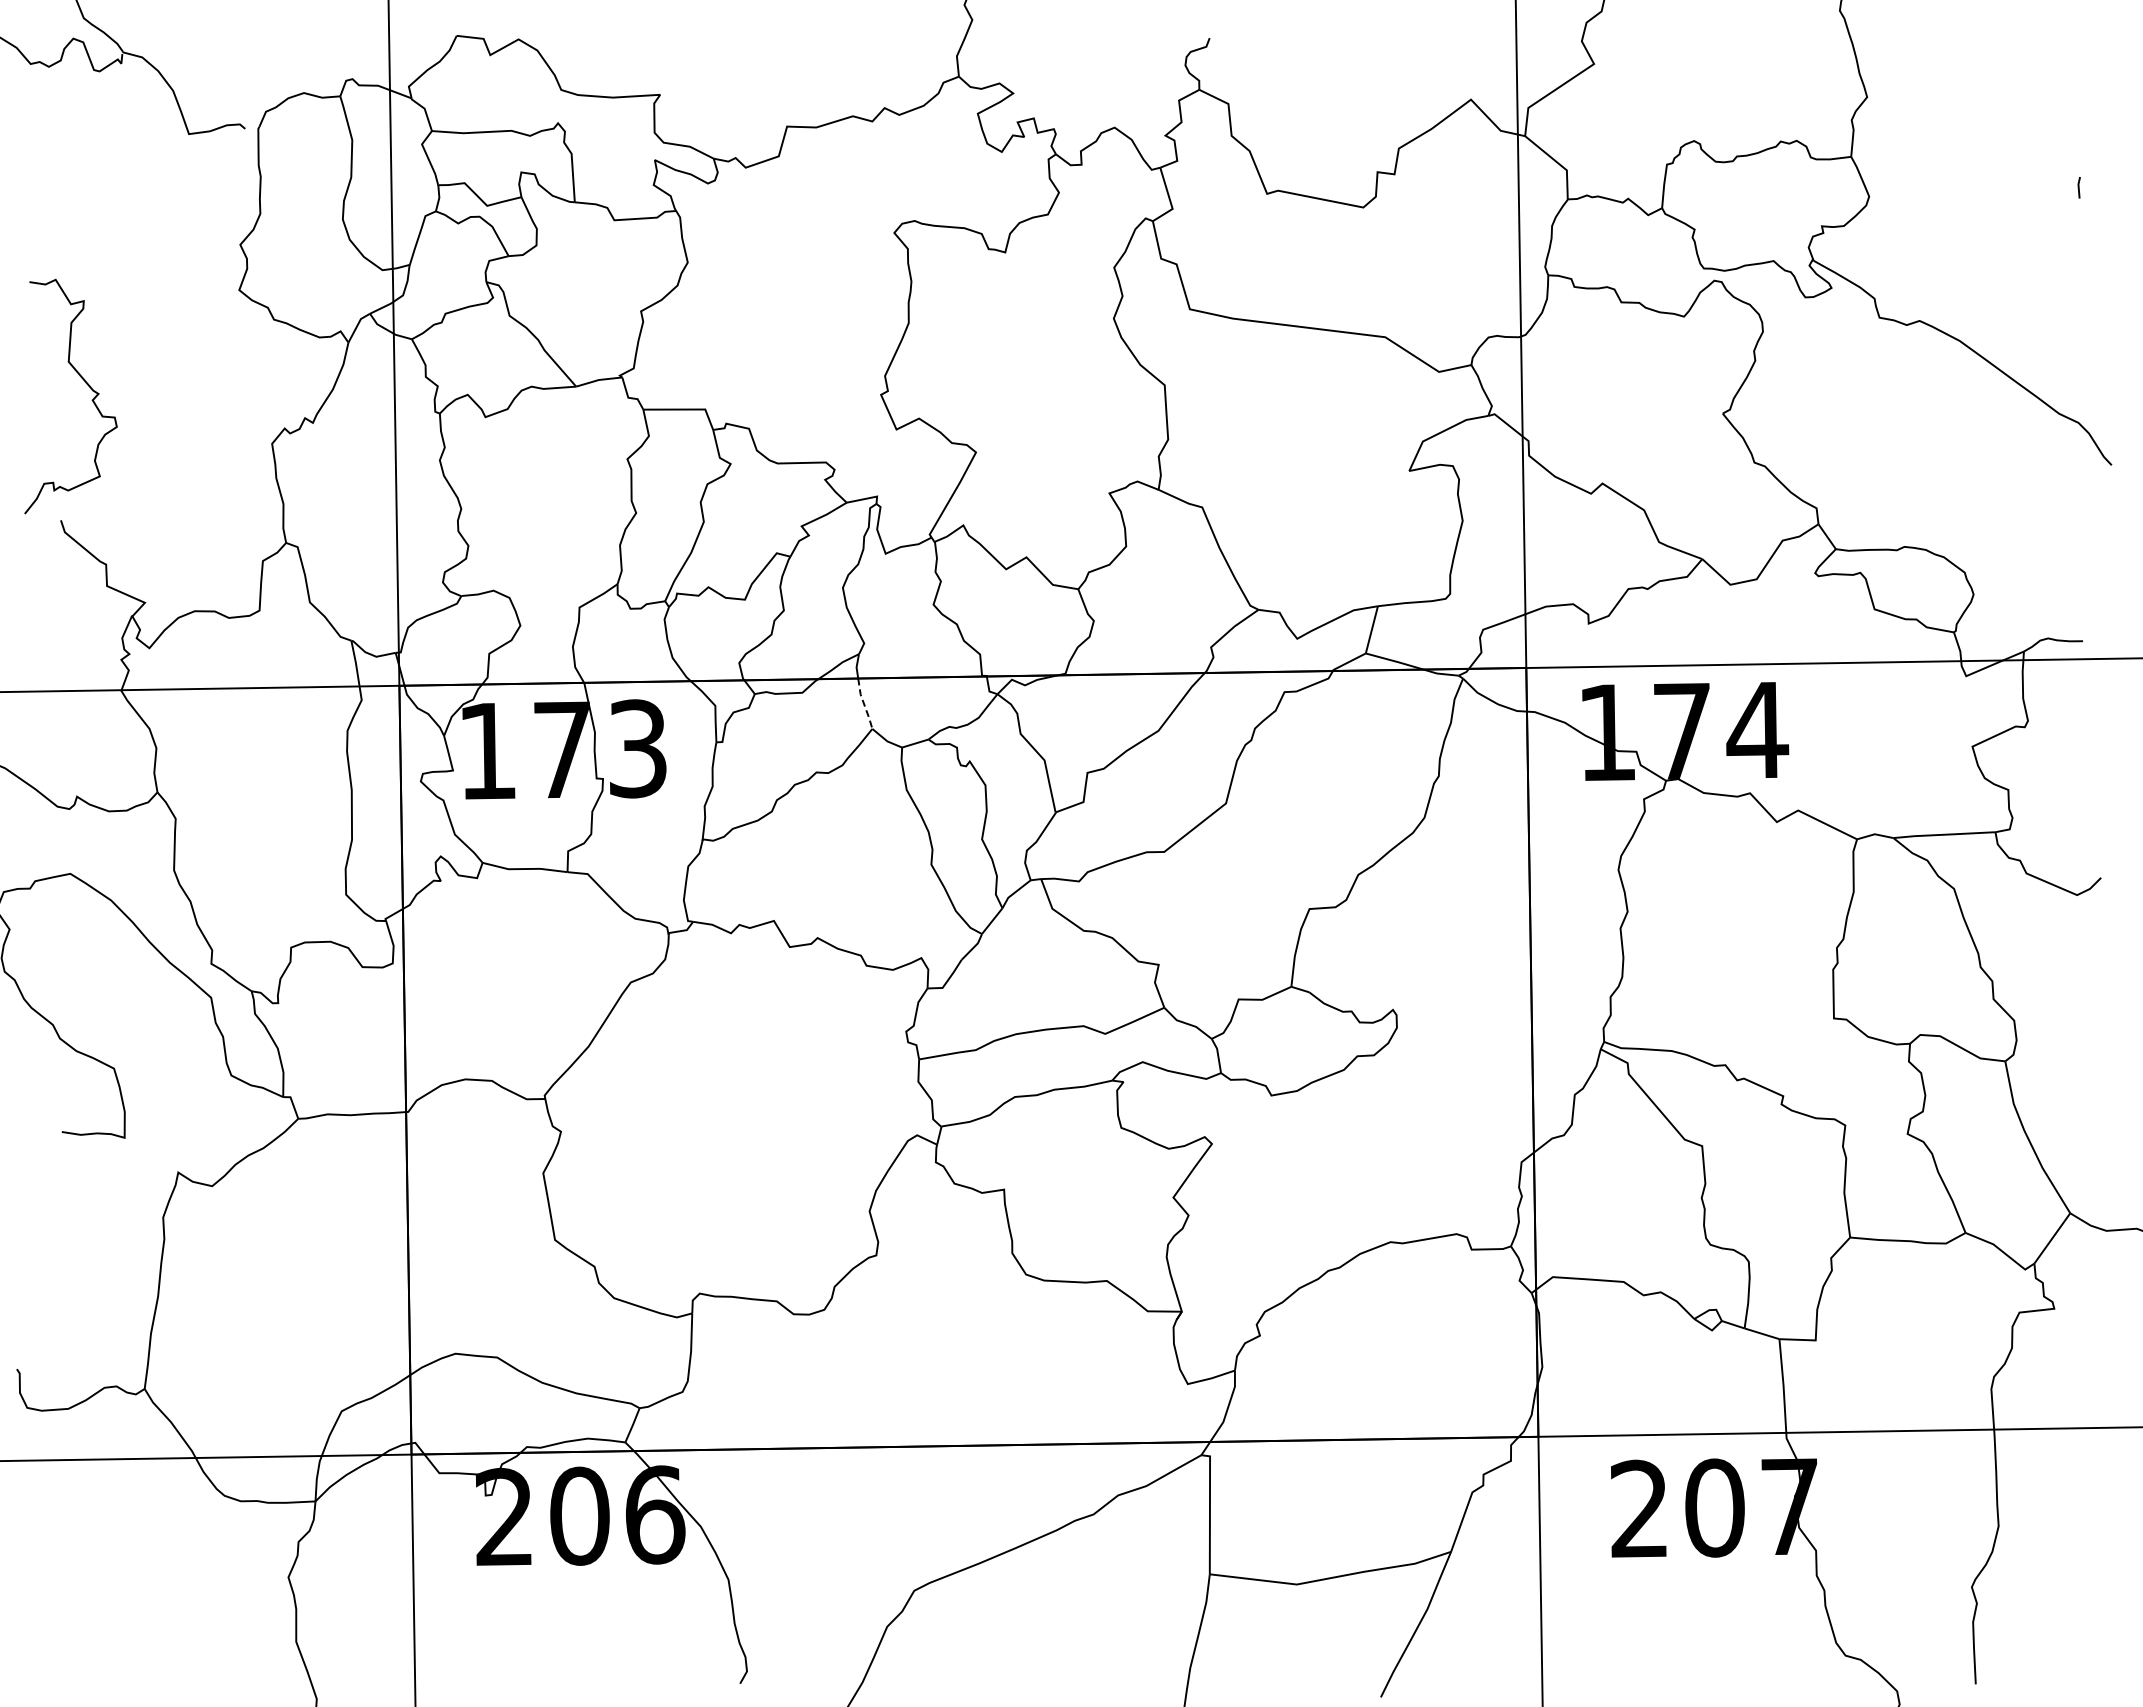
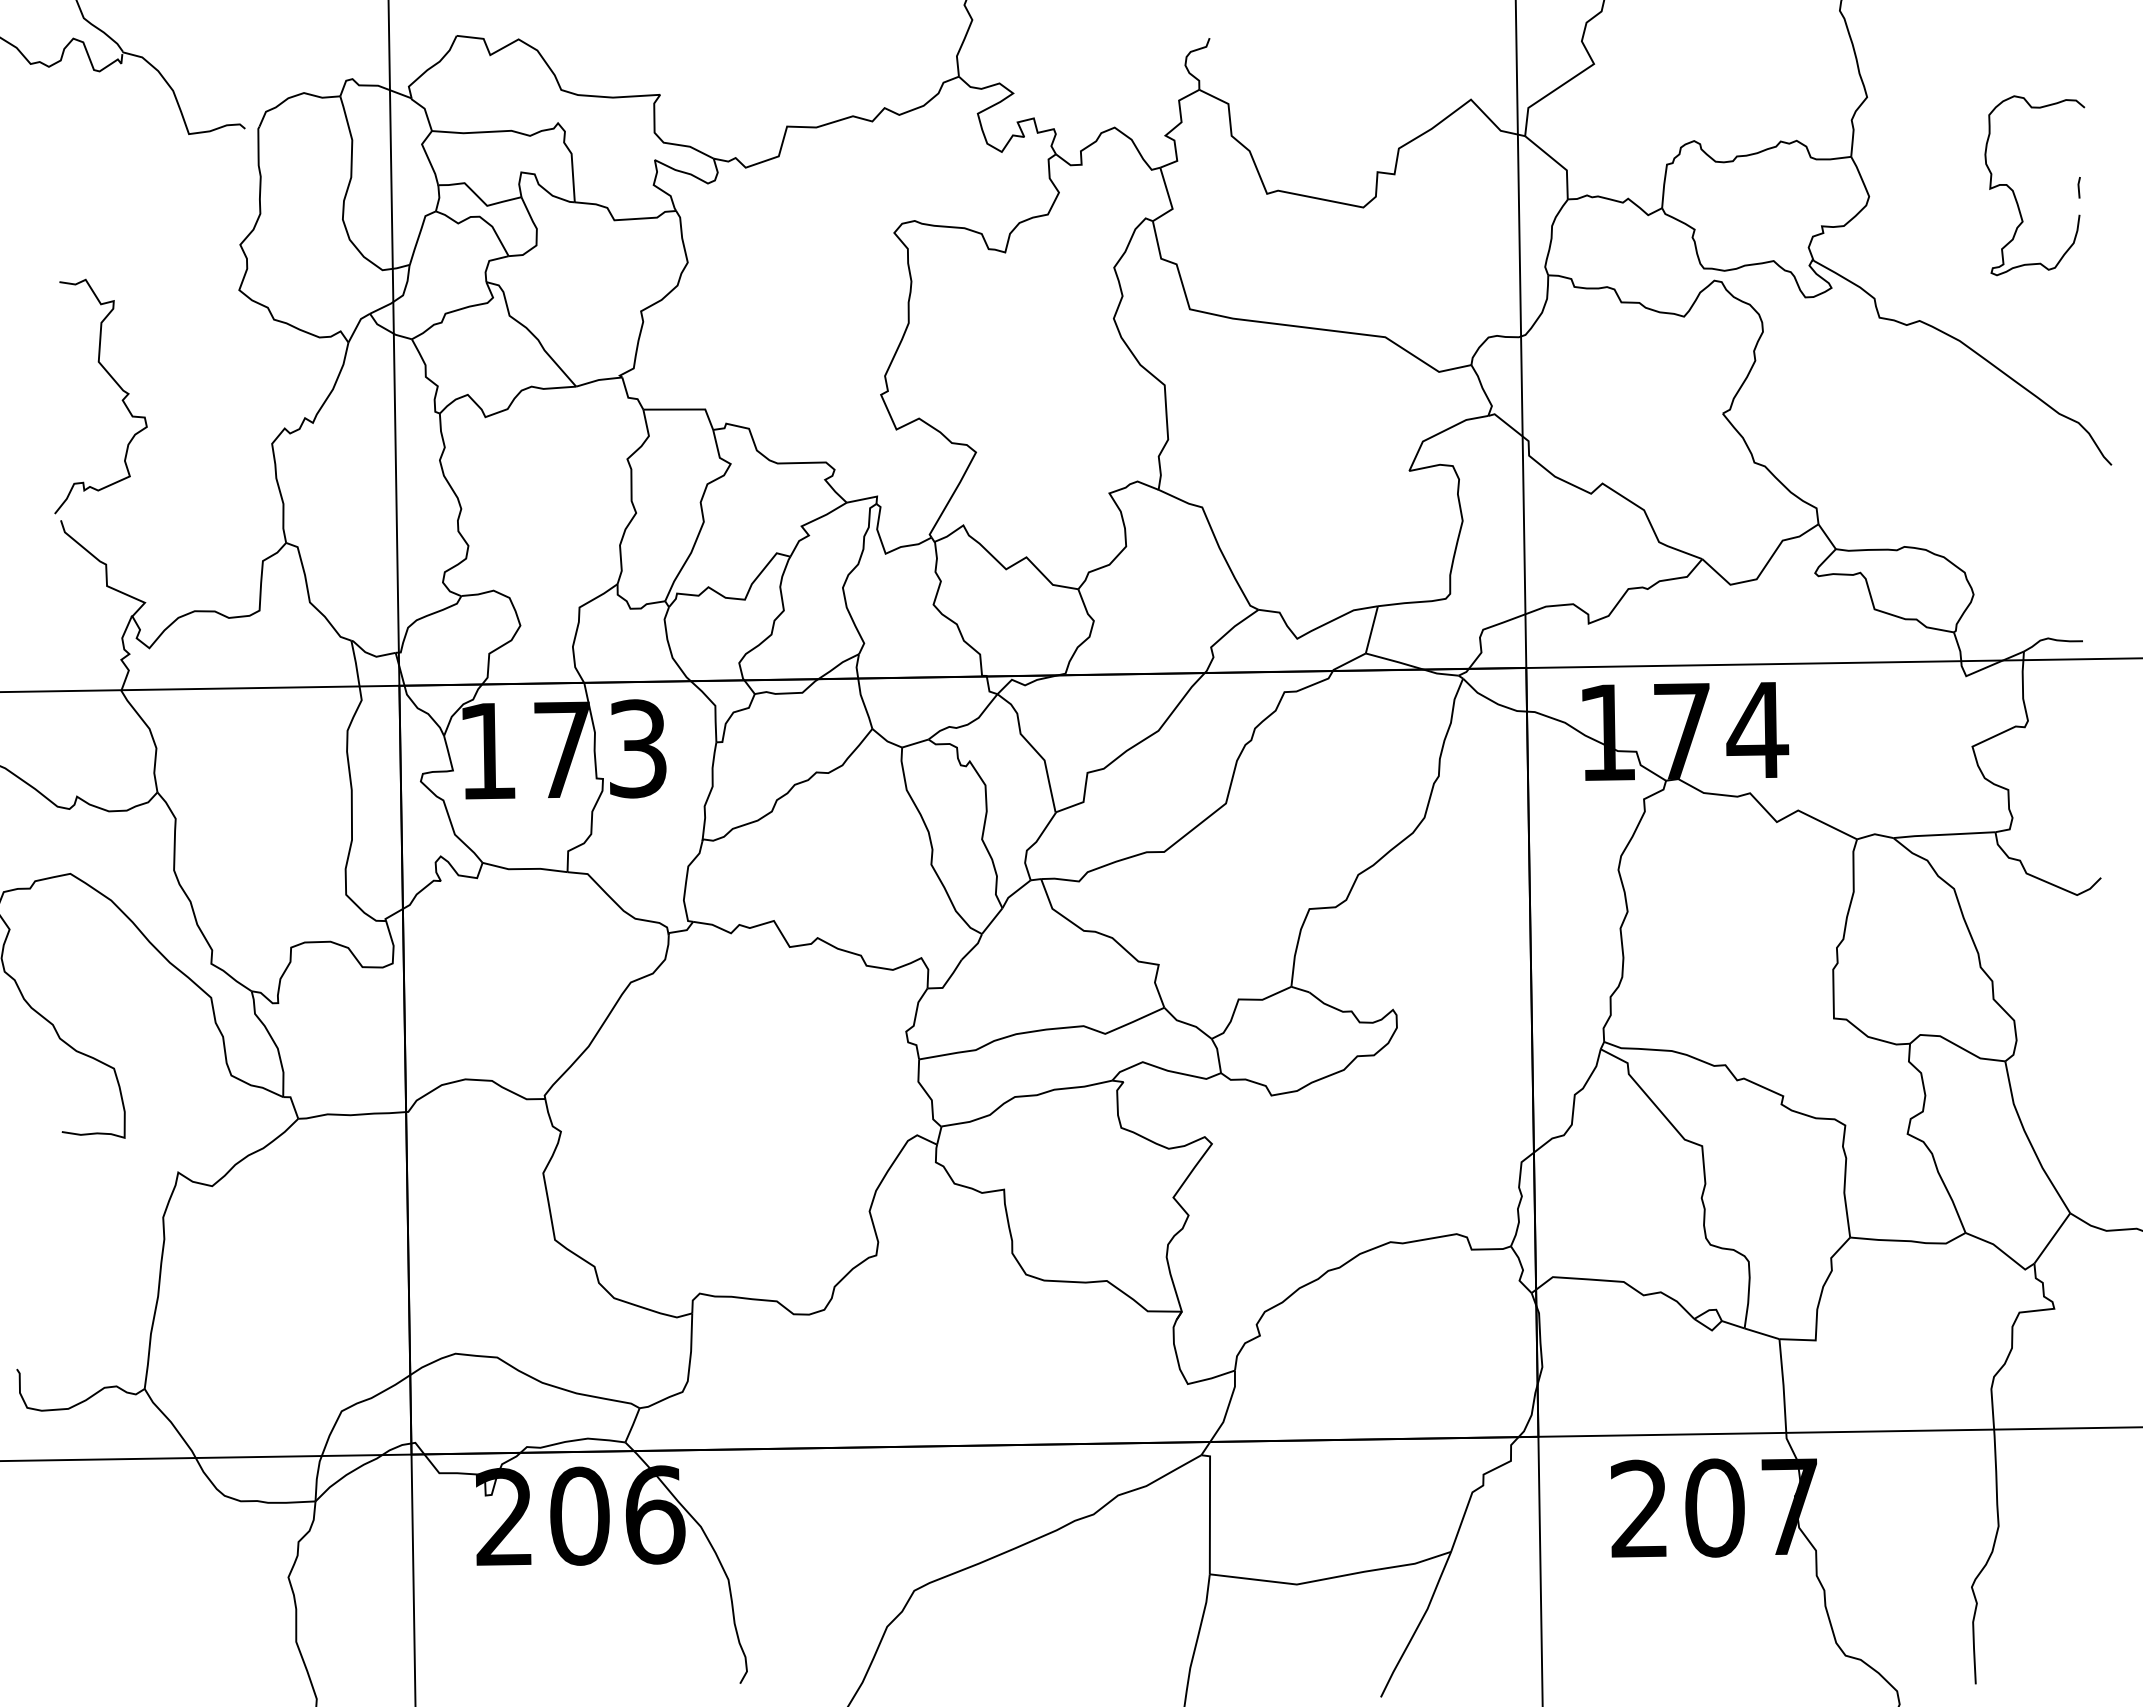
curve at (2015, 194): none -> present
curve at (85, 383) position: (85, 383) -> (115, 383)
line at (864, 703): dashed -> solid
